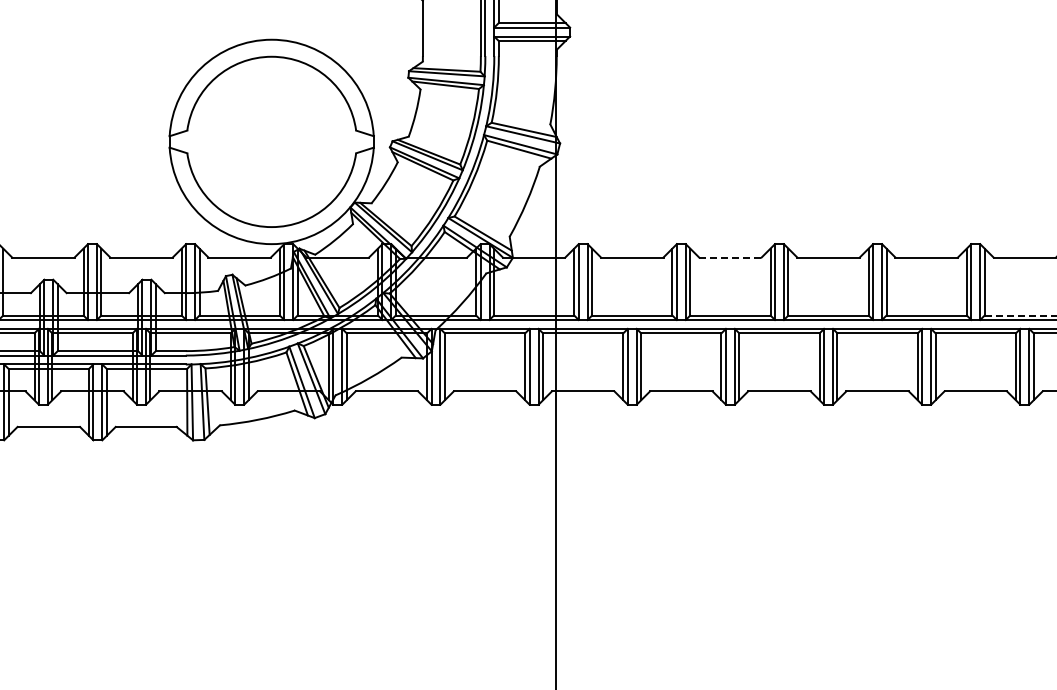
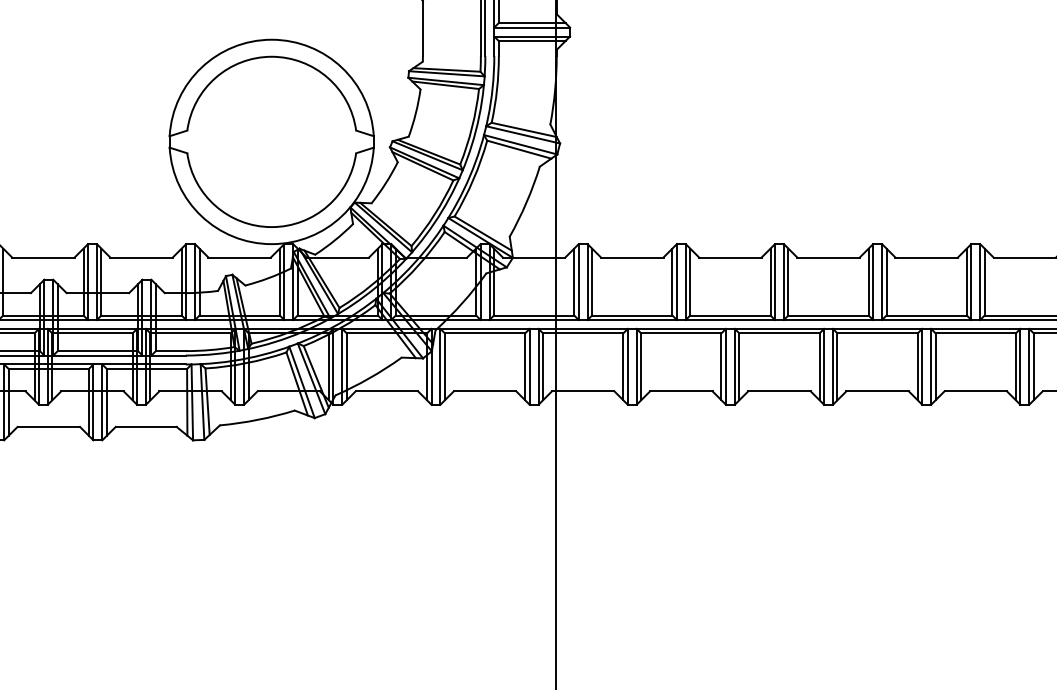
line at (730, 257): dashed -> solid
line at (1020, 315): dashed -> solid
